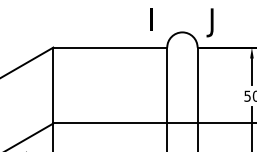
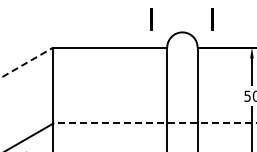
text at (209, 22): J -> I
line at (27, 62): solid -> dashed
line at (154, 123): solid -> dashed
